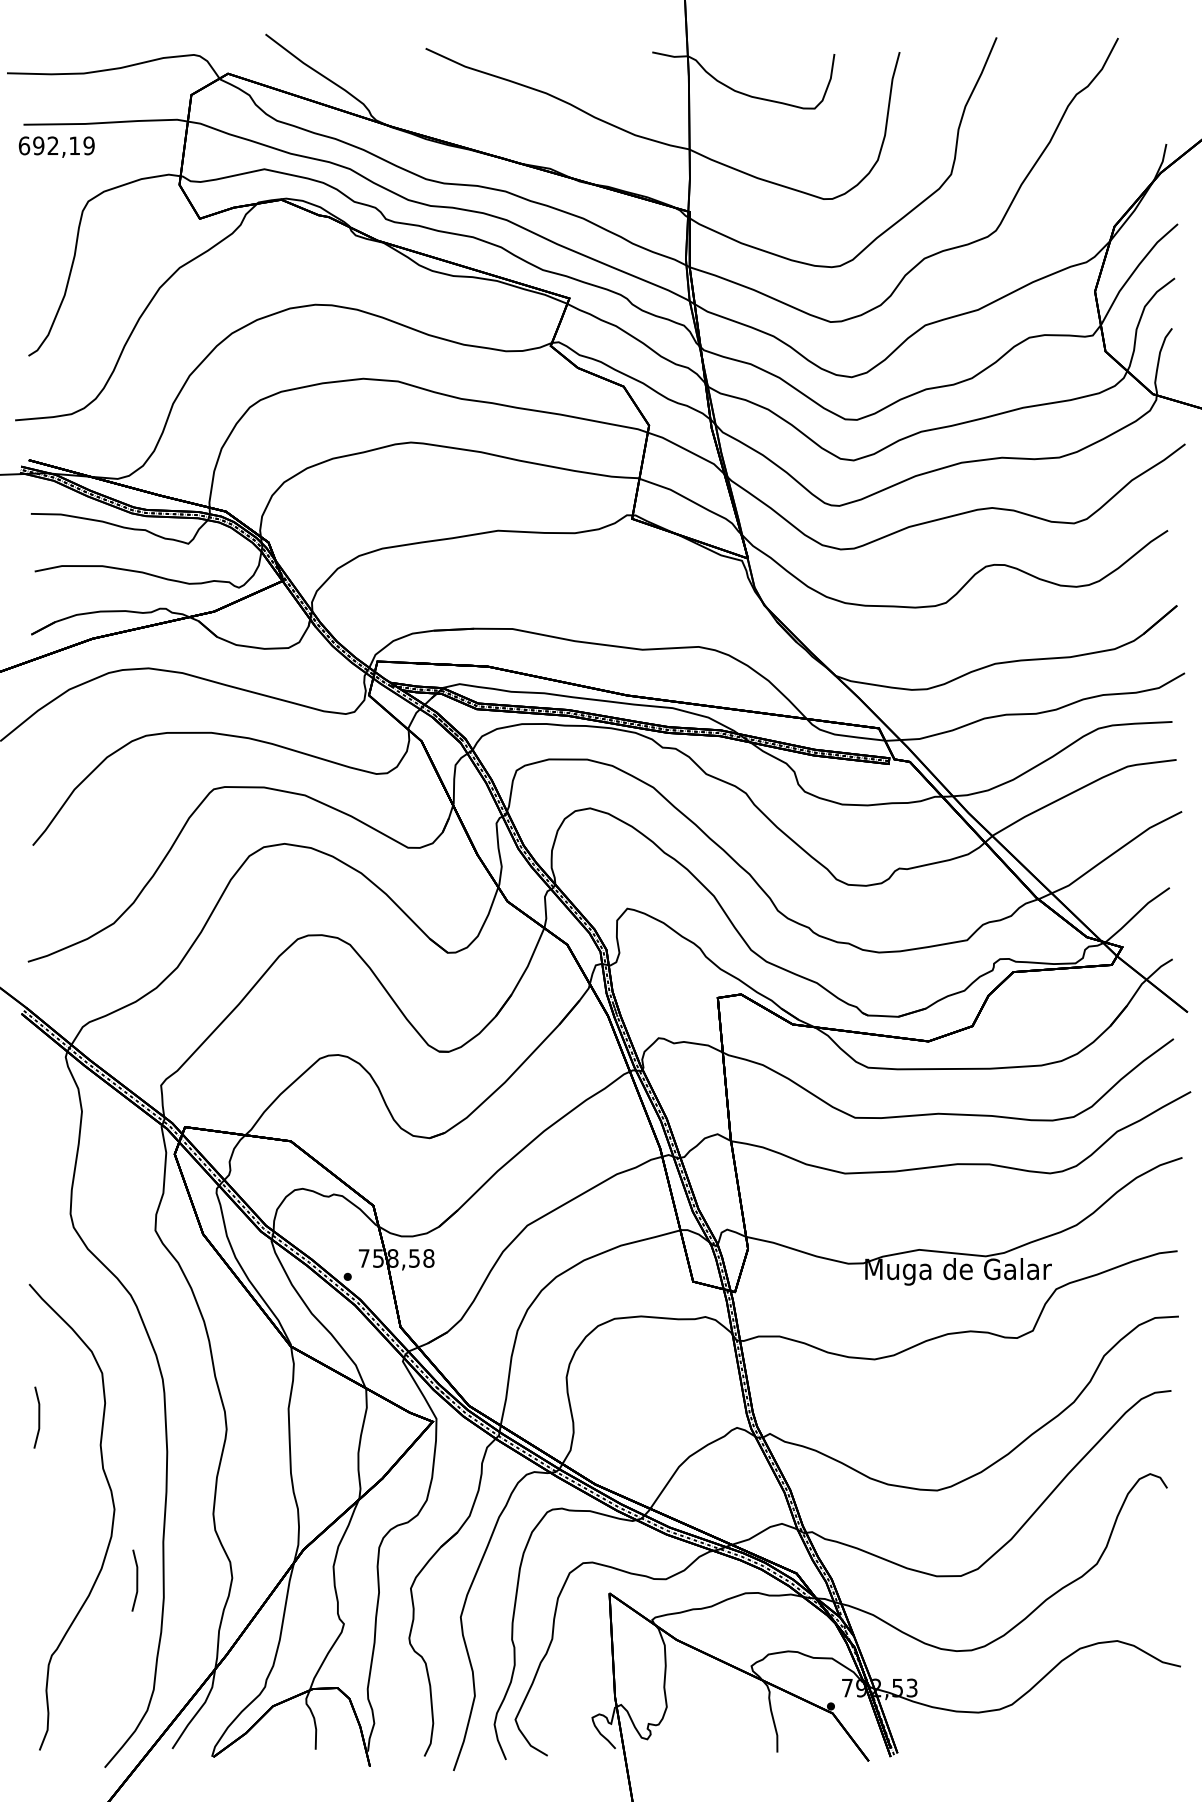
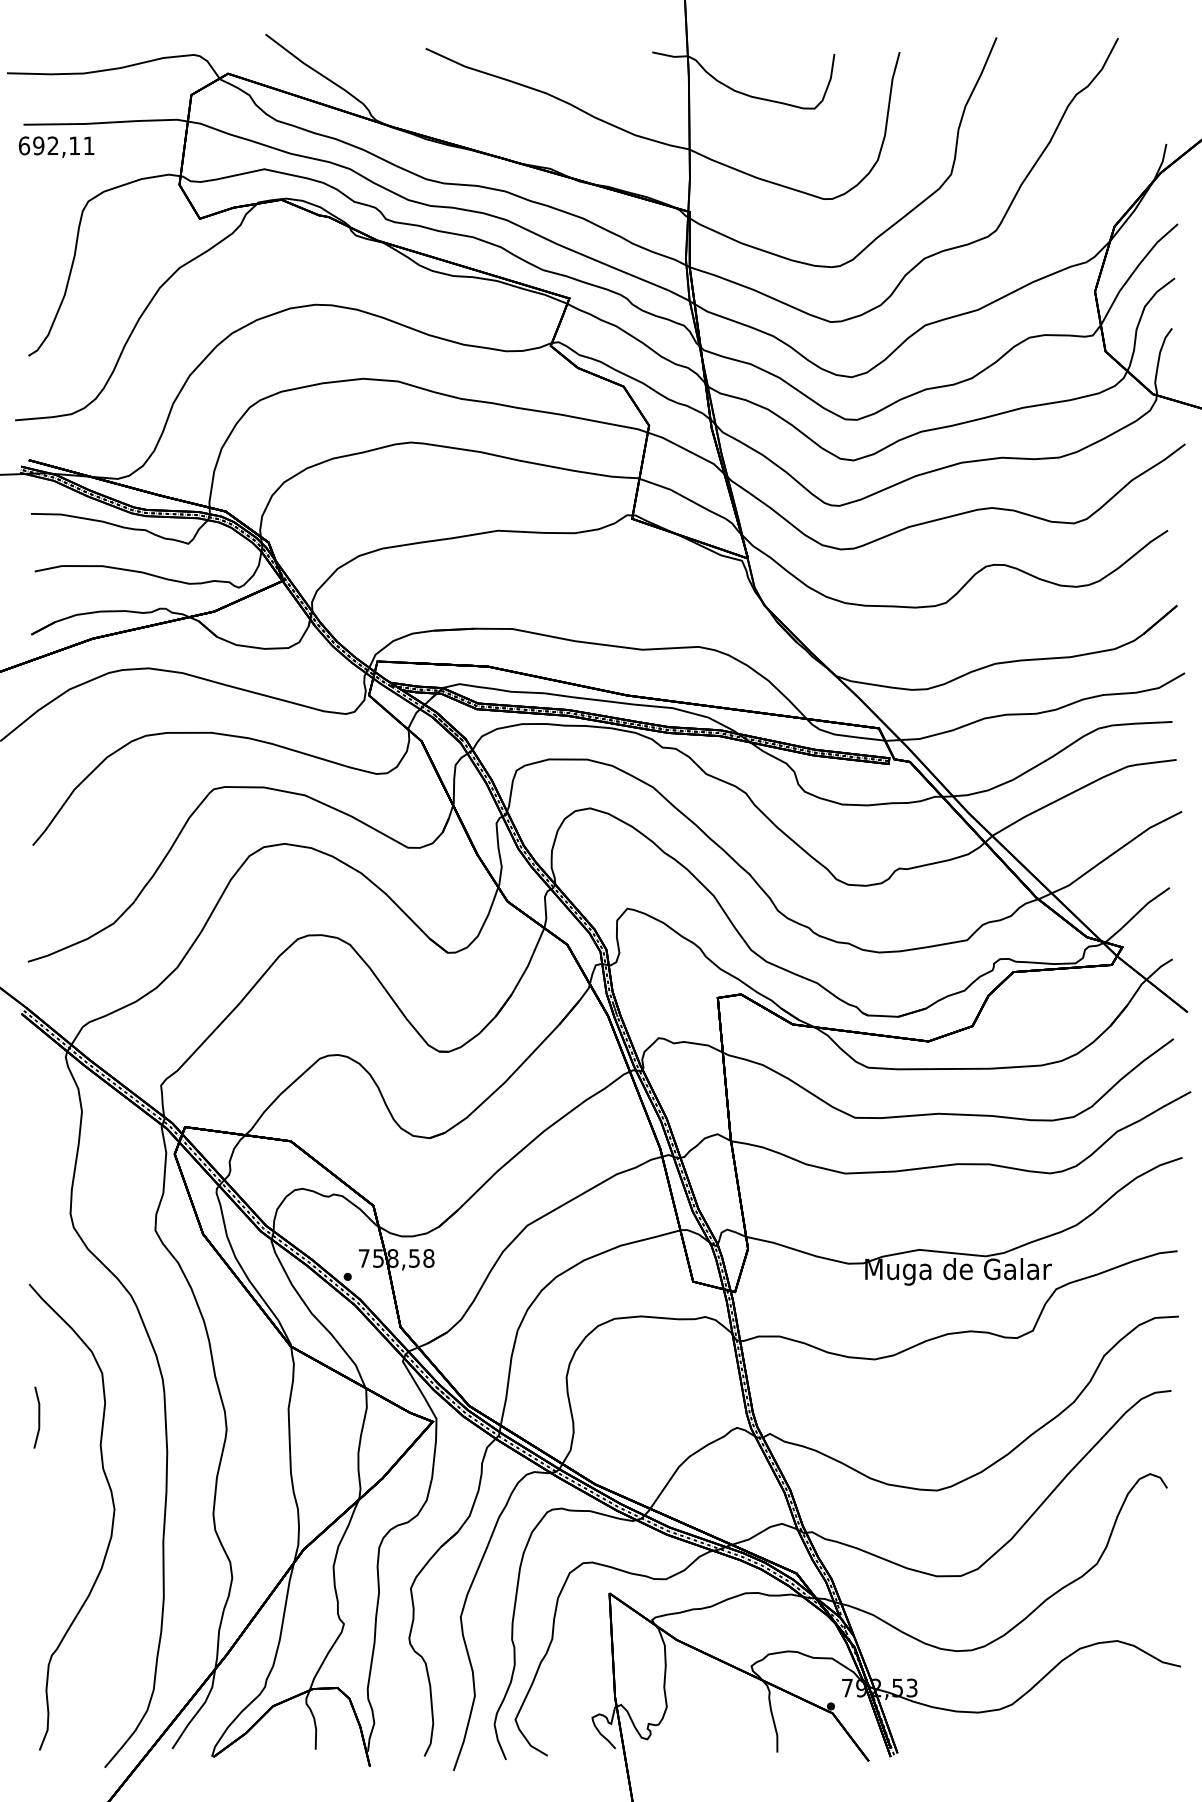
text at (88, 145): 692,19 -> 692,11
line at (136, 1580): present -> none
